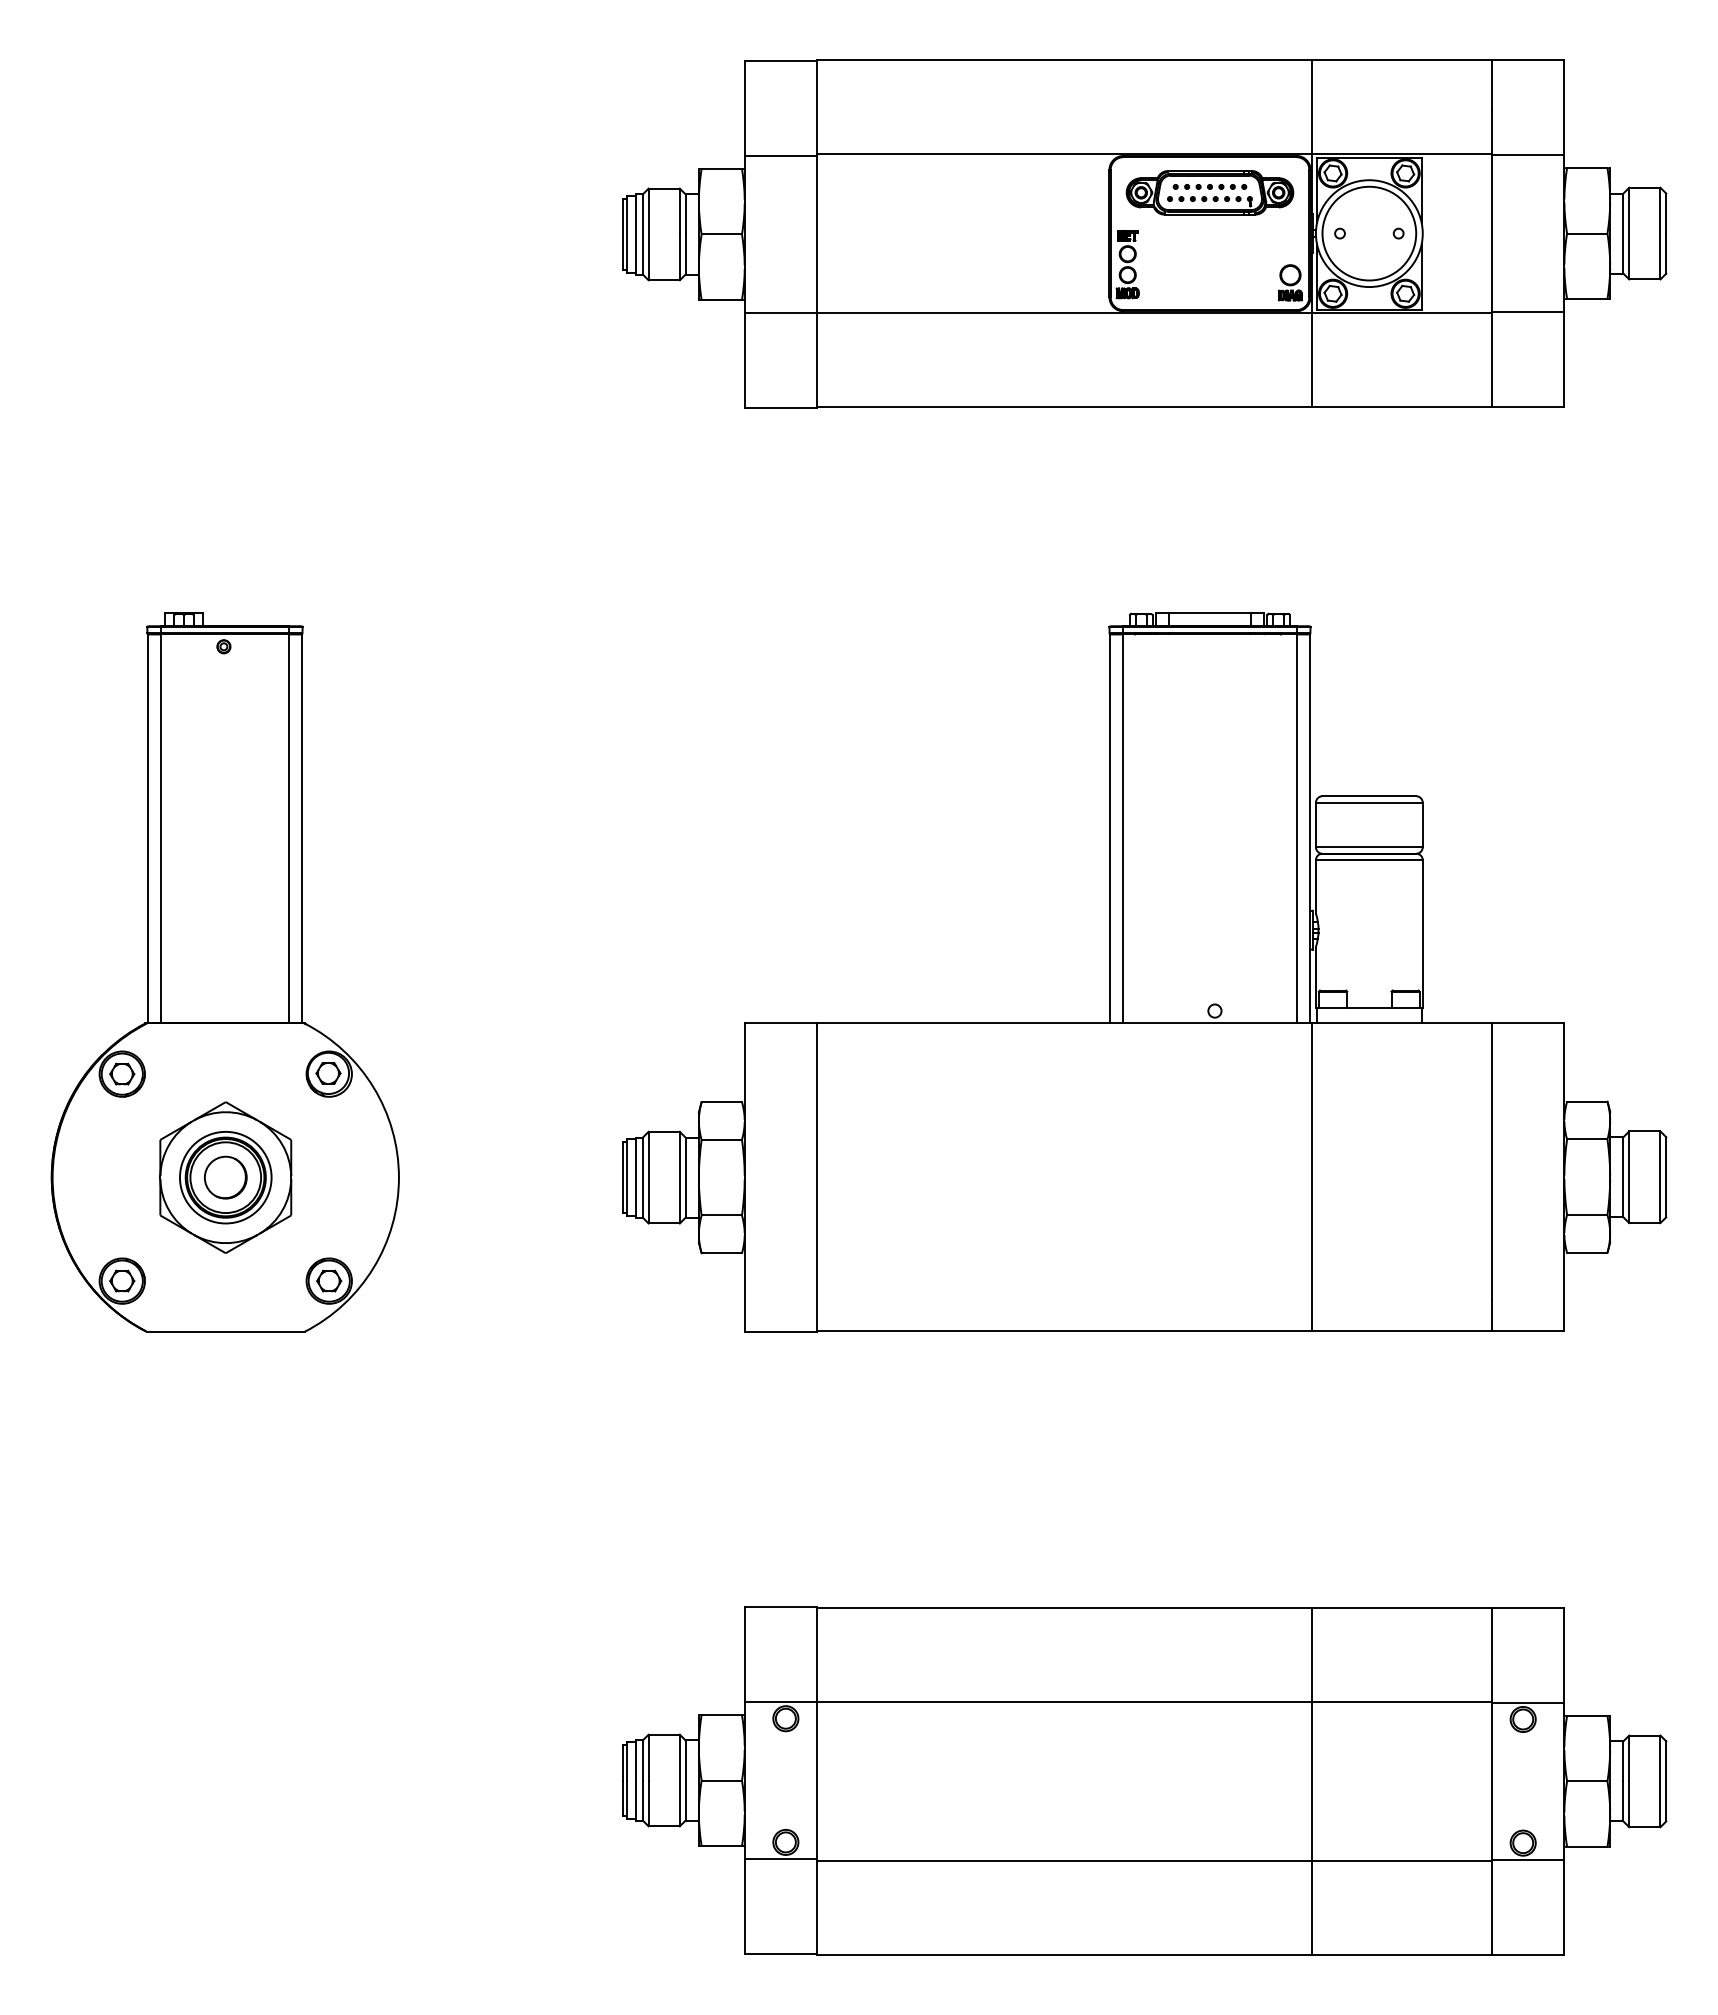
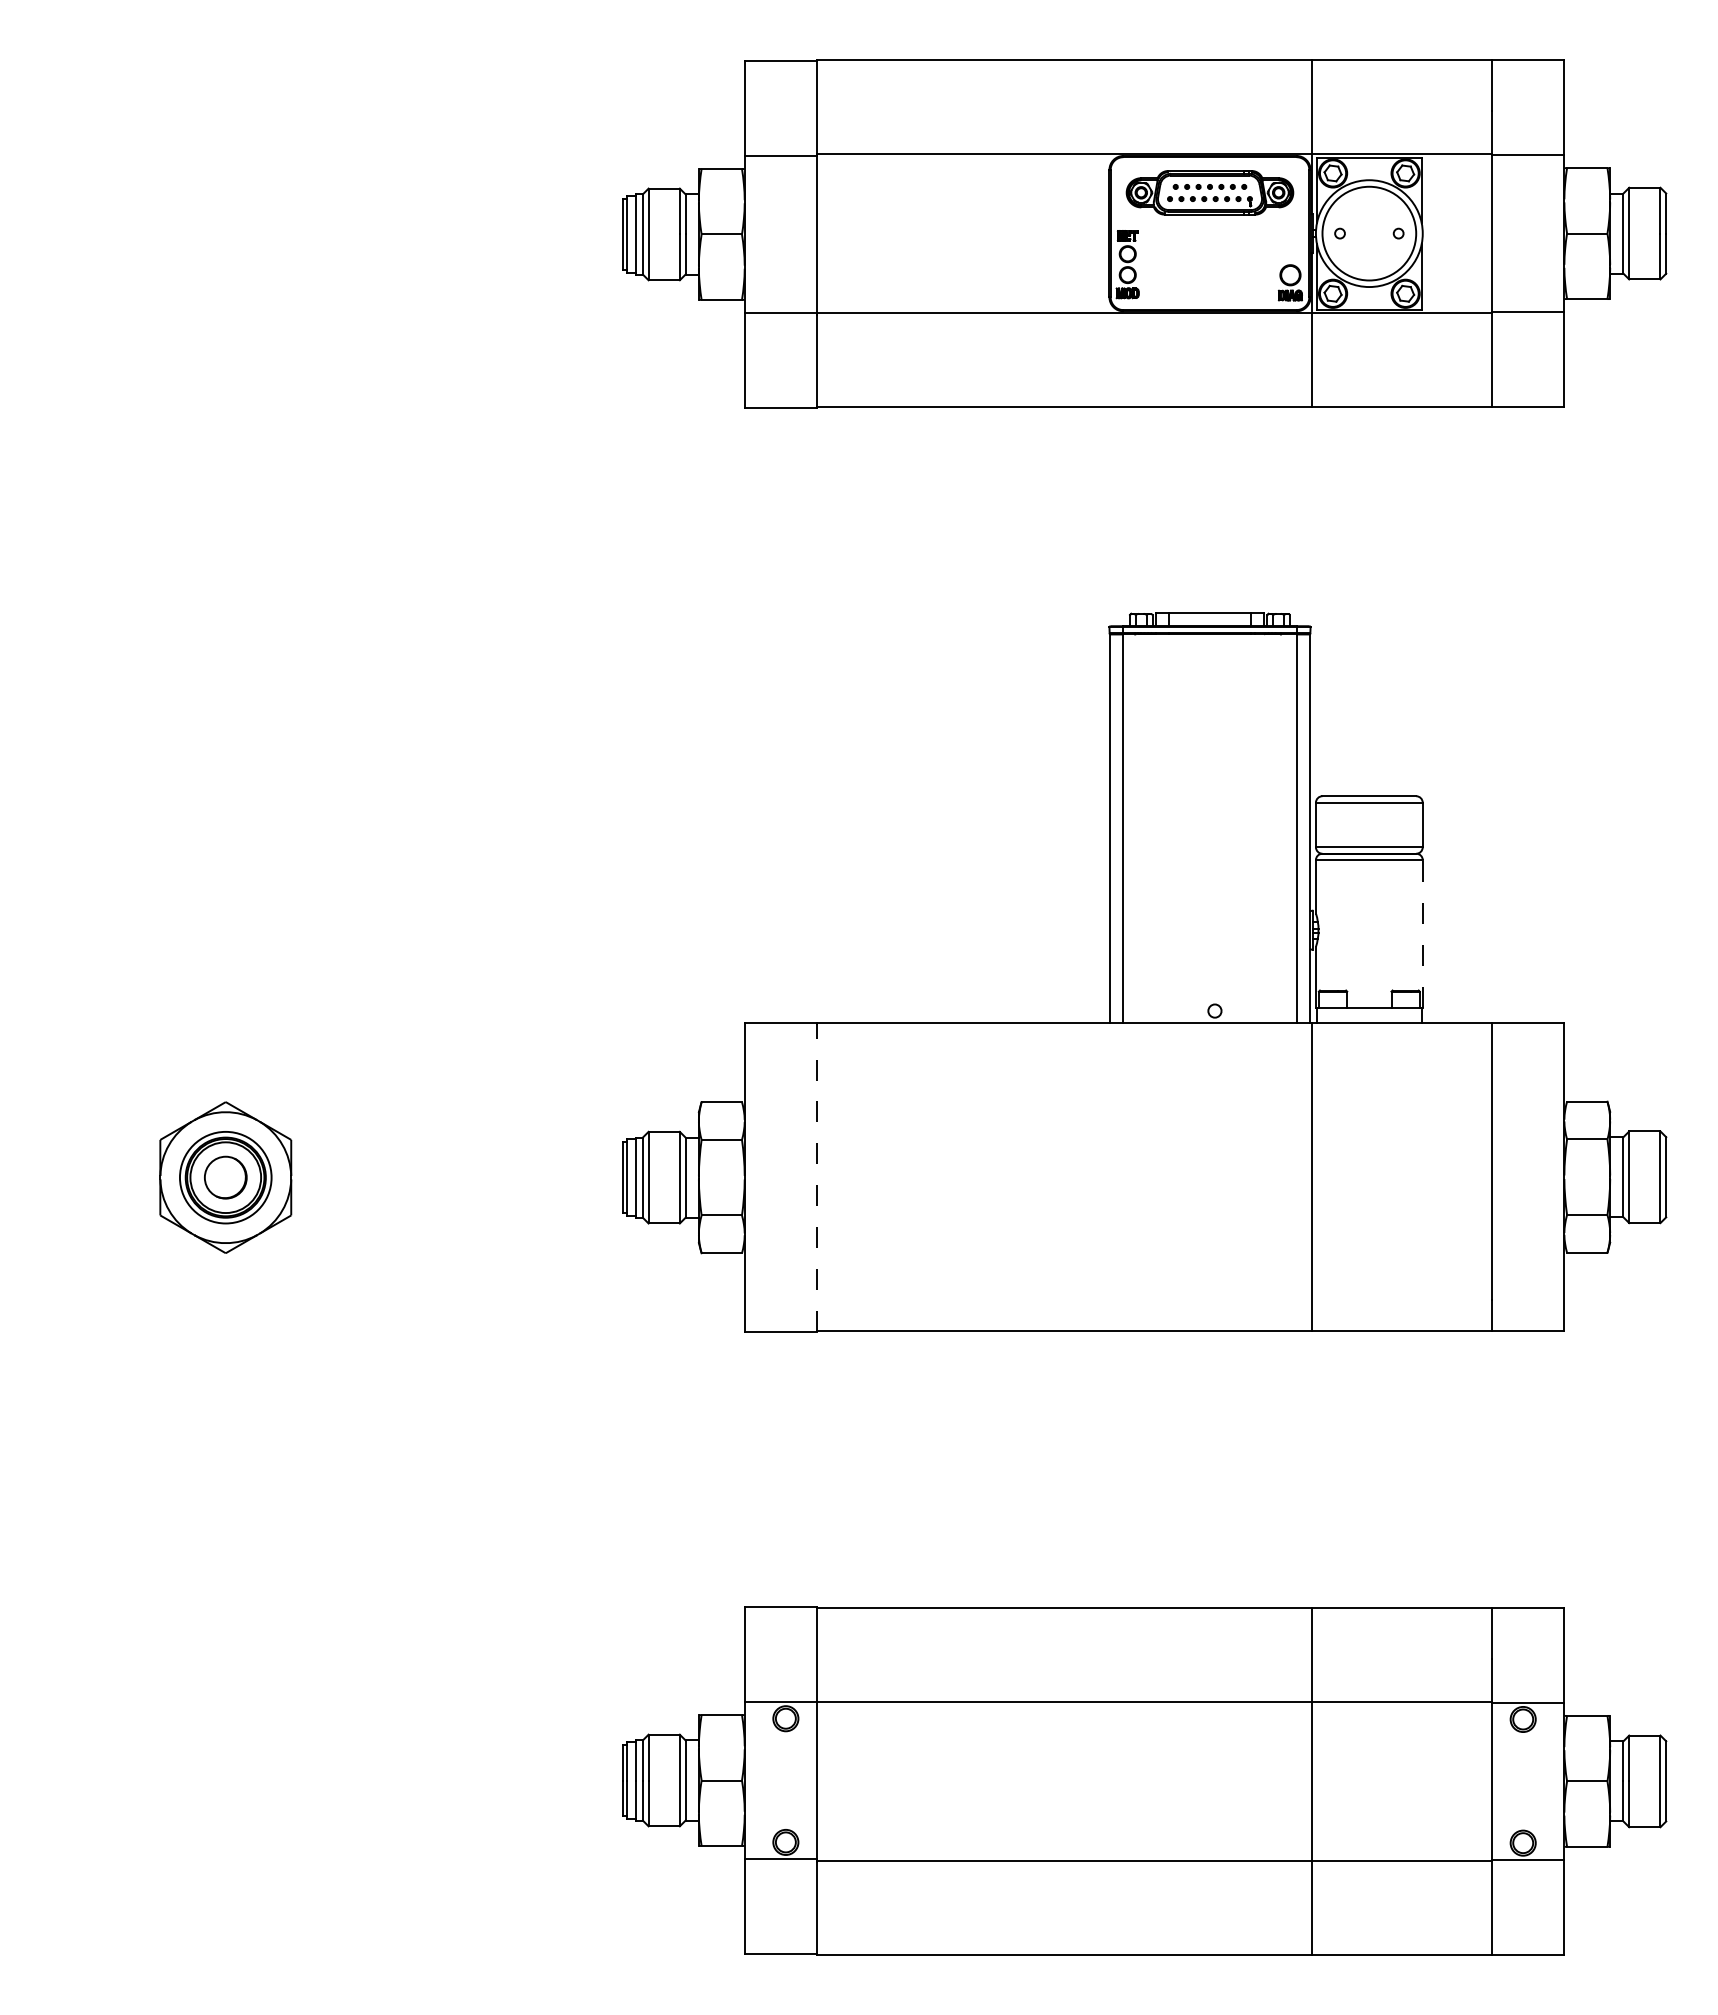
line at (1422, 933): solid -> dashed
part at (224, 972): present -> none
line at (816, 1178): solid -> dashed
